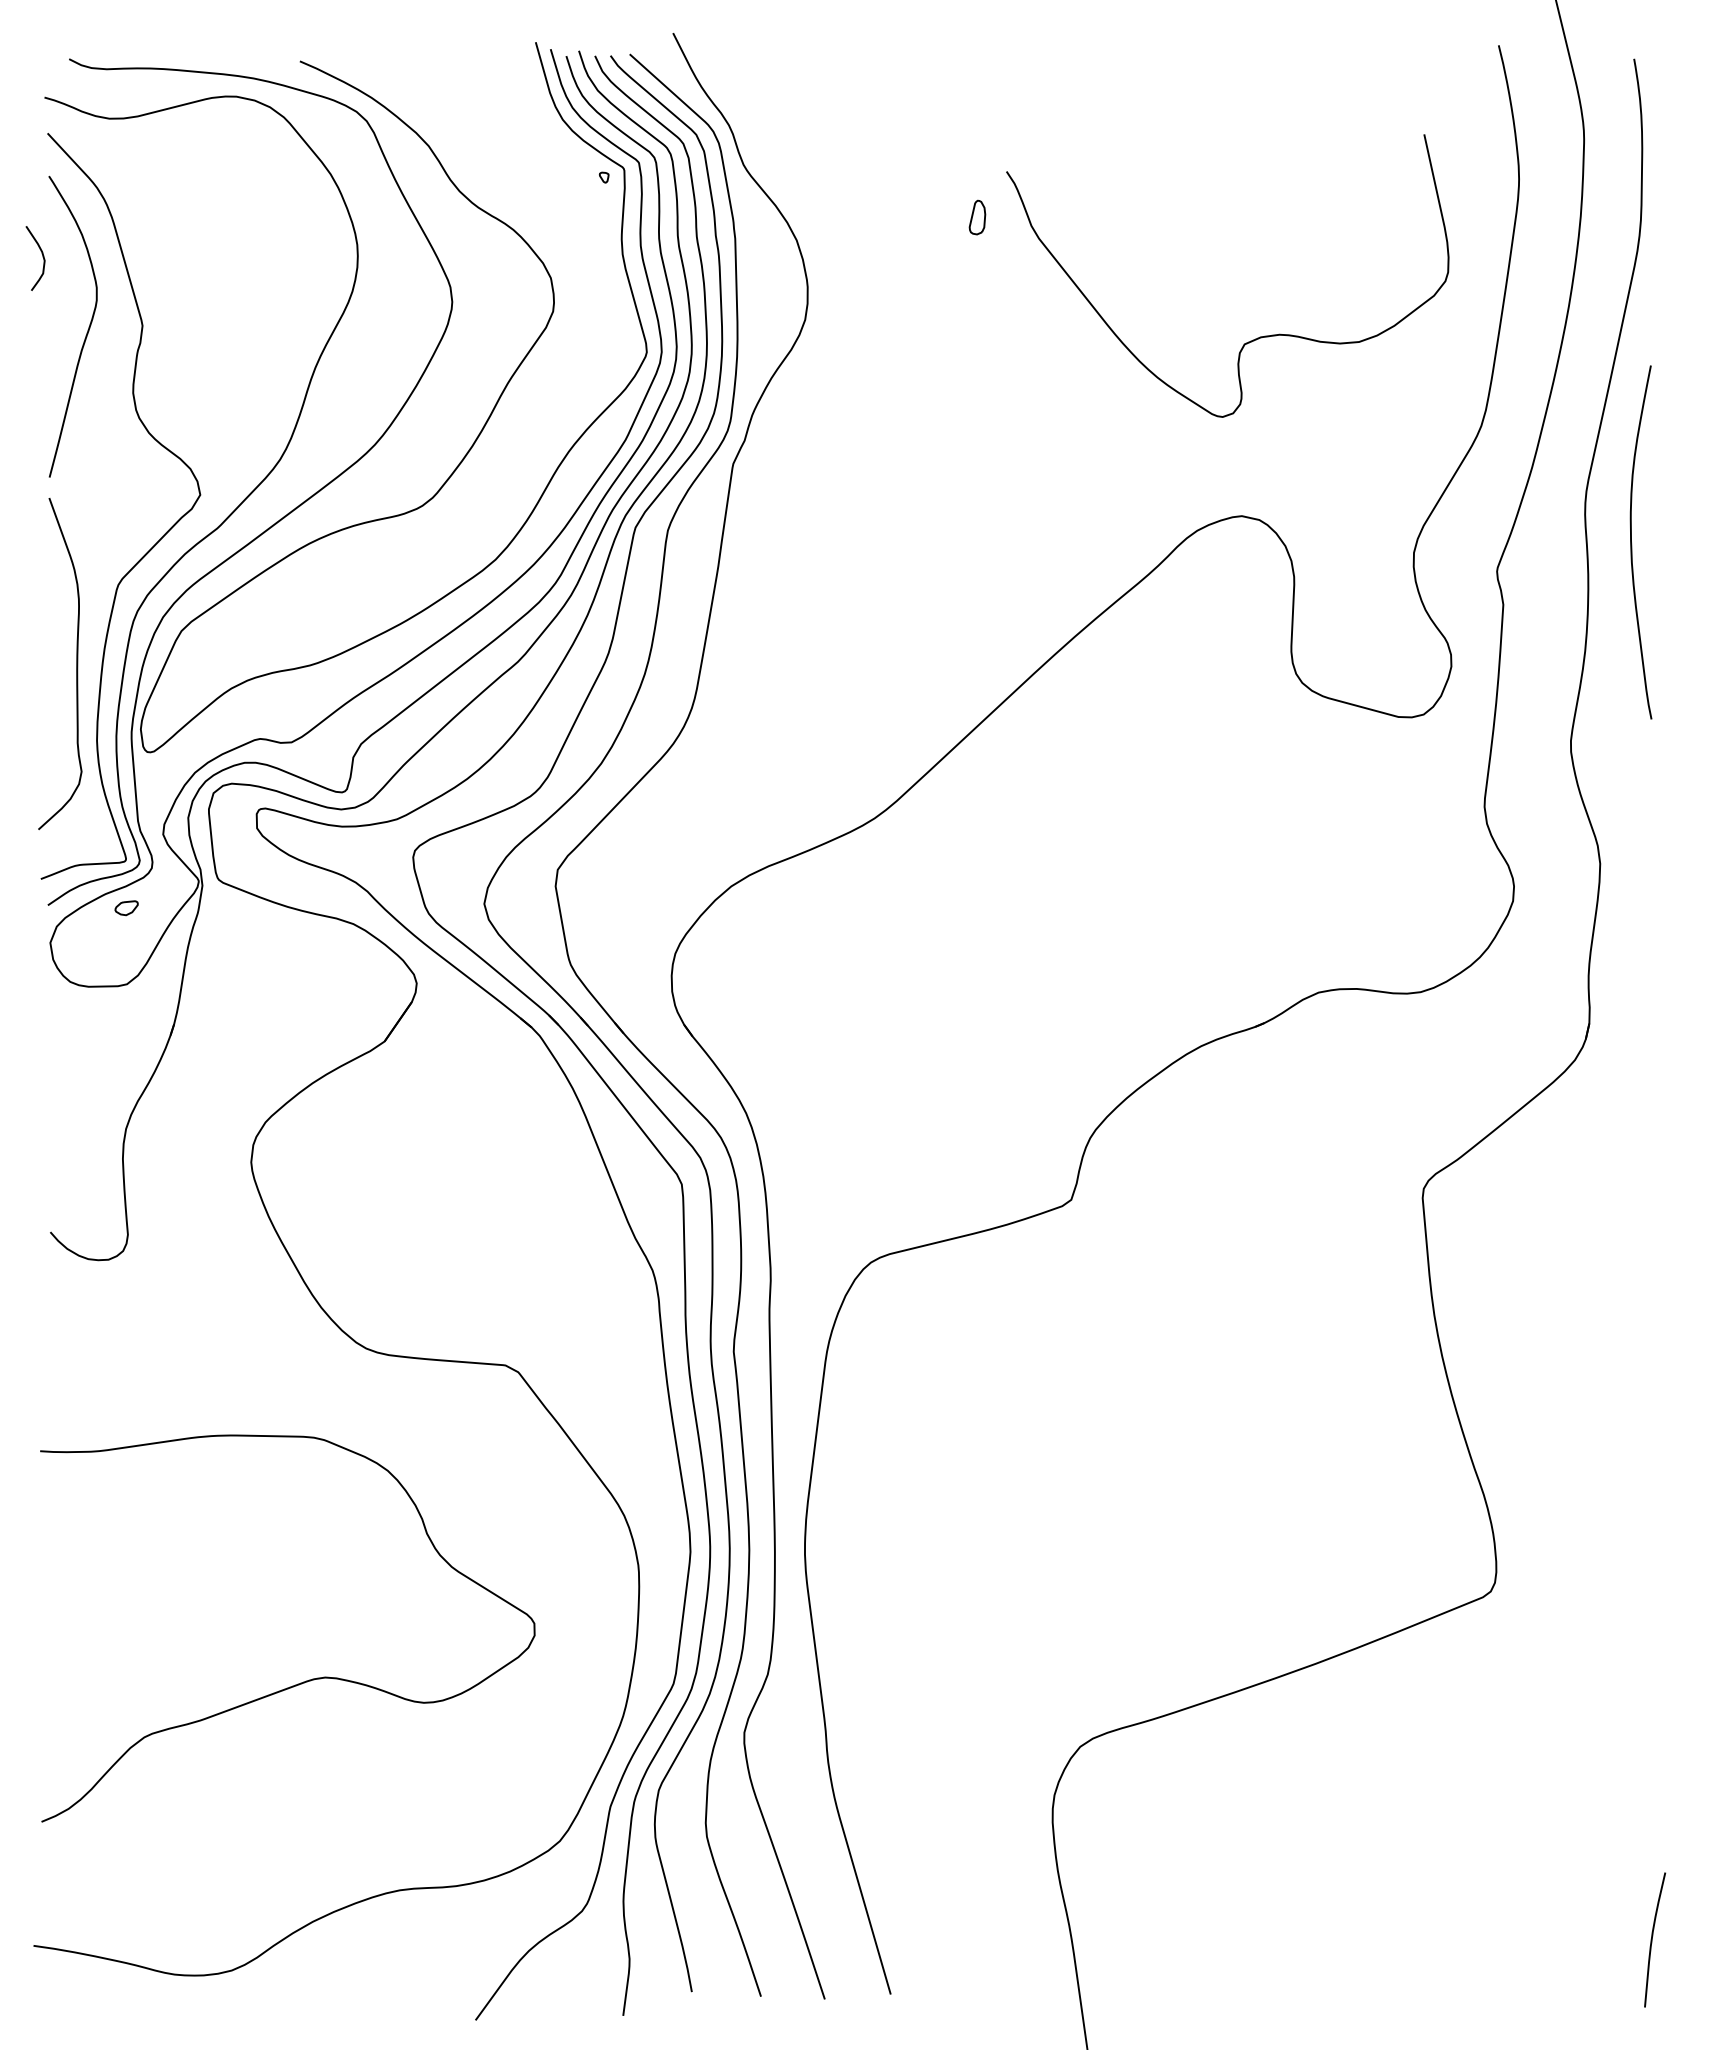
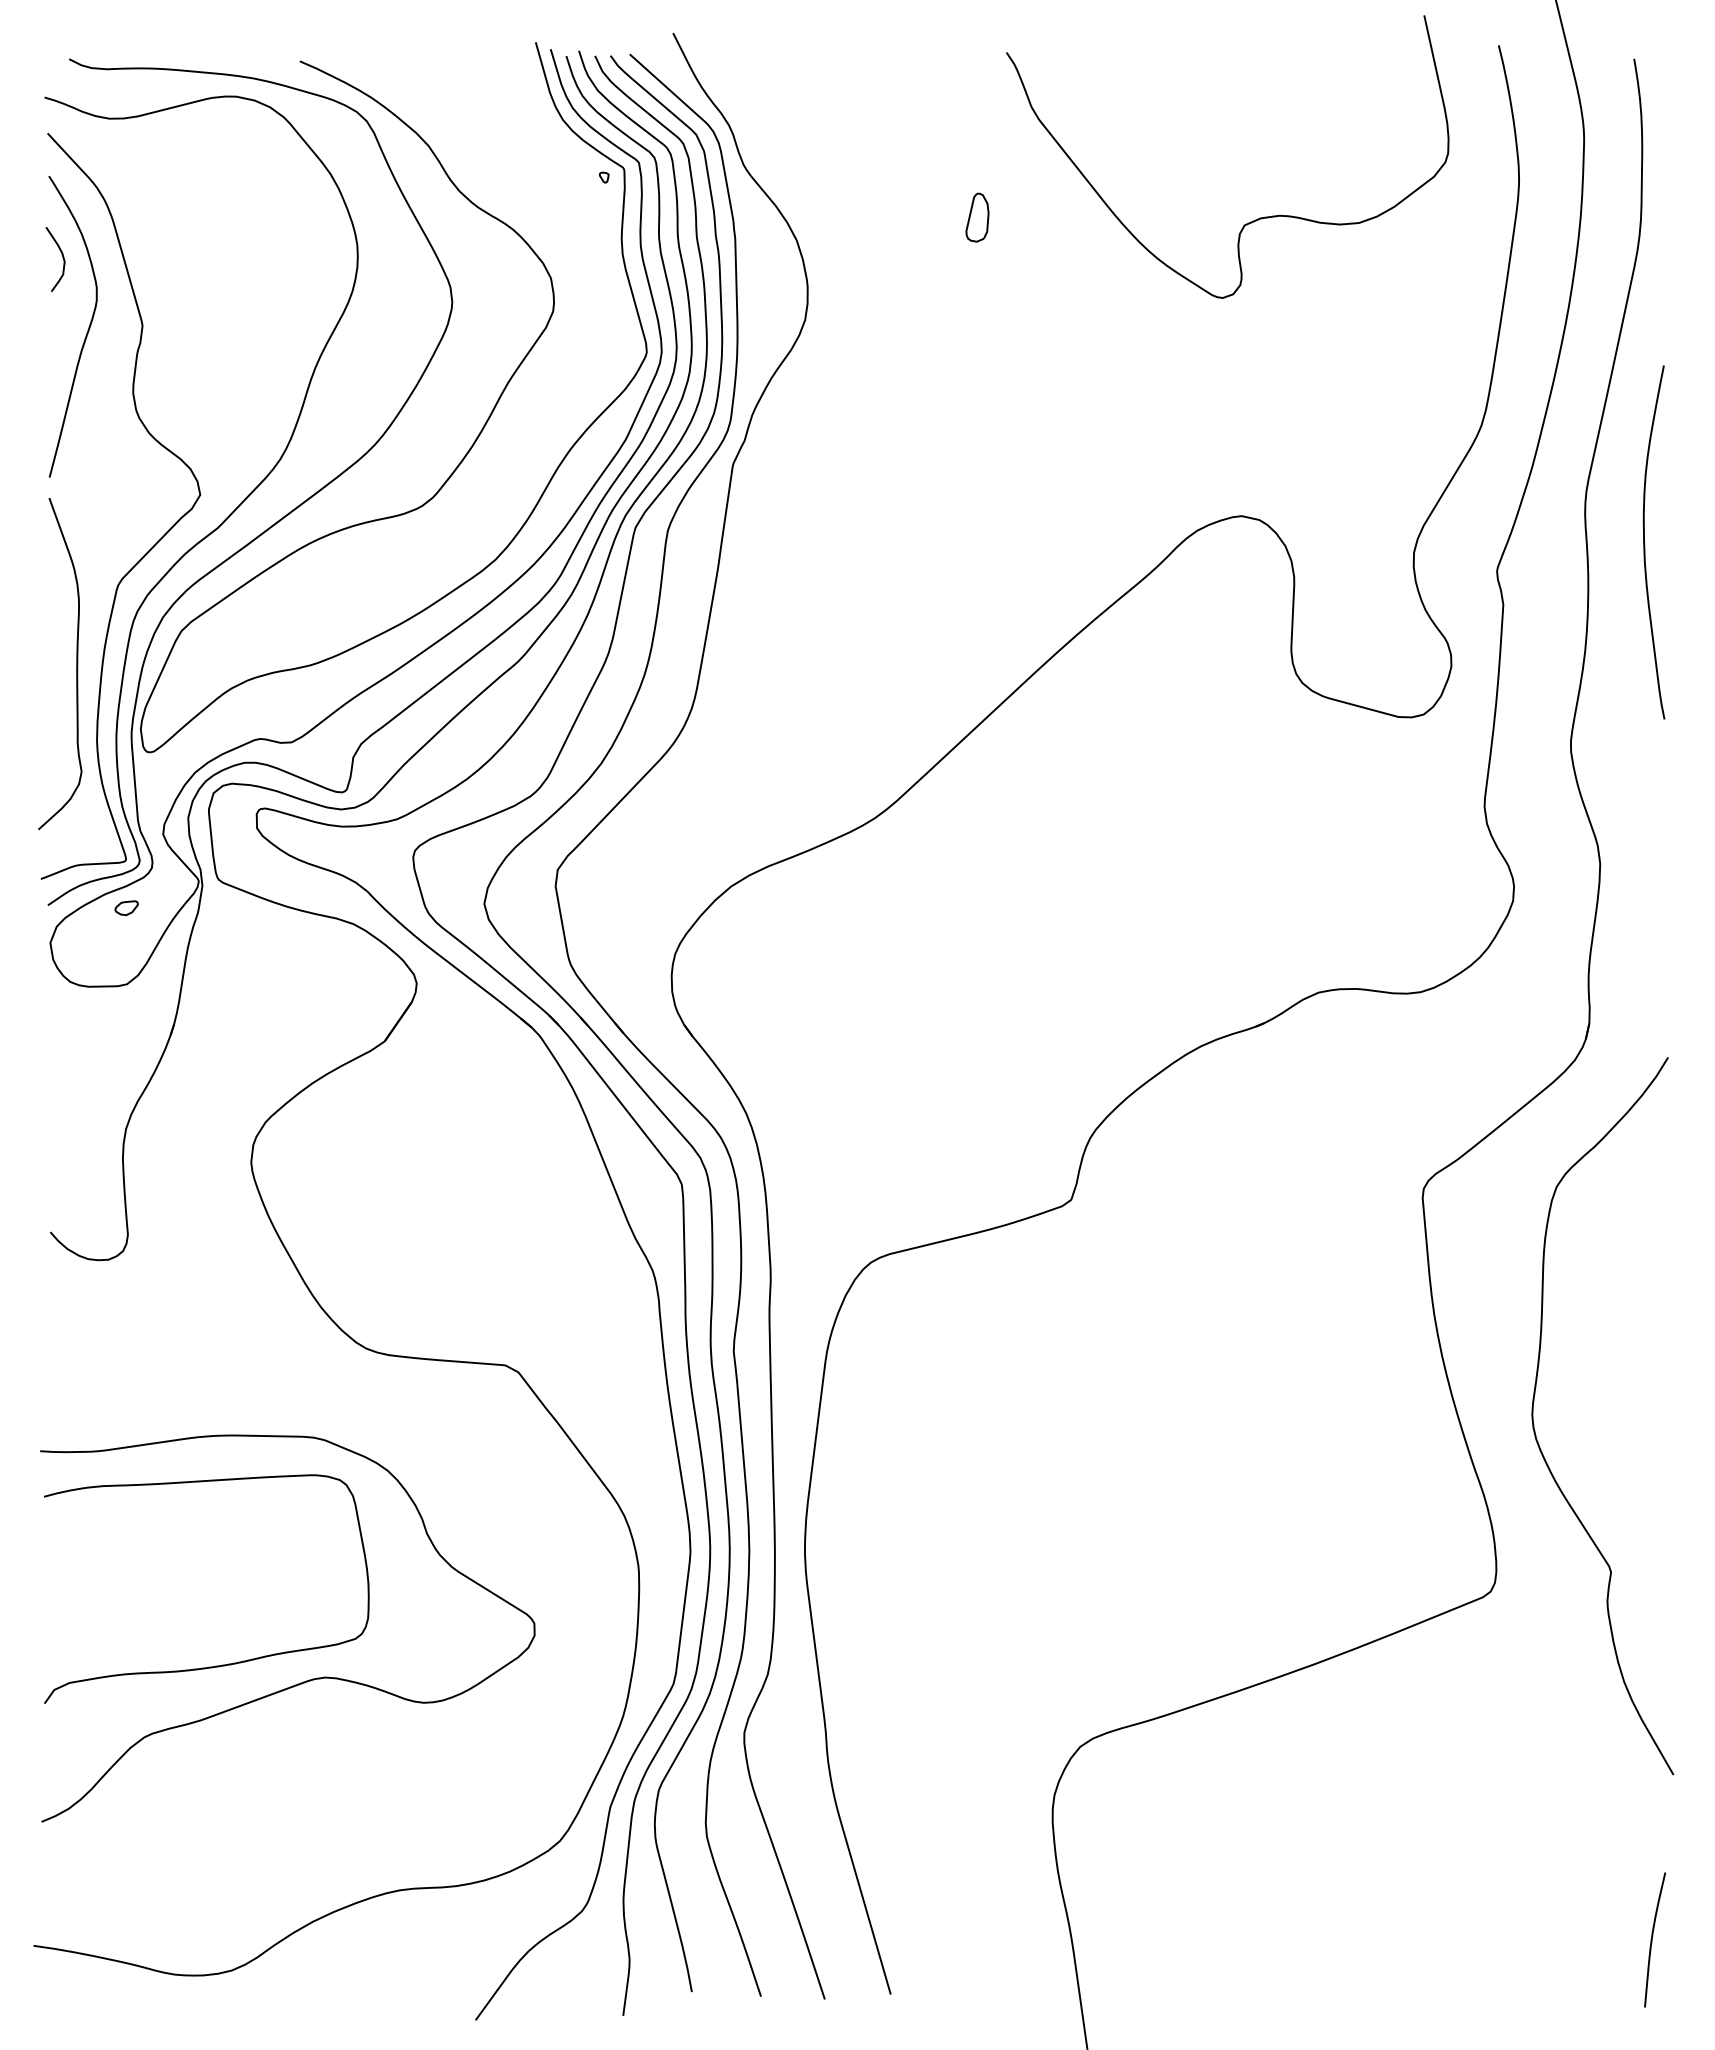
part at (977, 217) size: 19x37 px -> 25x51 px
curve at (42, 257) position: (42, 257) -> (62, 258)
curve at (1257, 337) position: (1257, 337) -> (1257, 218)
curve at (1632, 544) position: (1632, 544) -> (1645, 544)
curve at (1536, 1434): none -> present
curve at (215, 1665): none -> present
